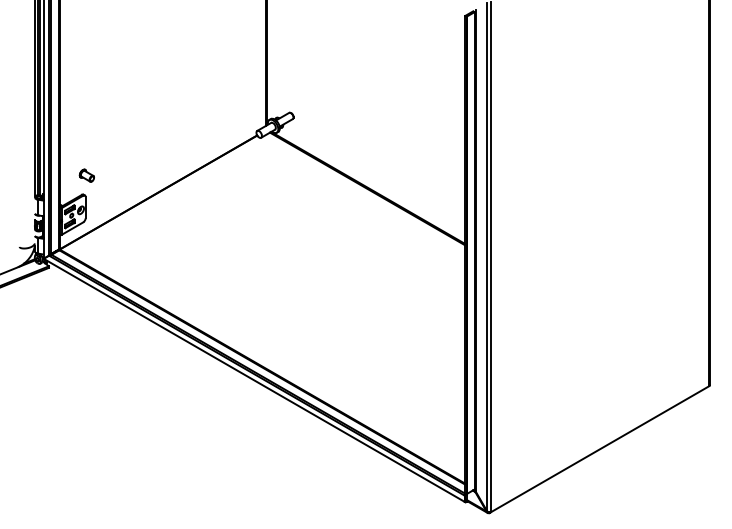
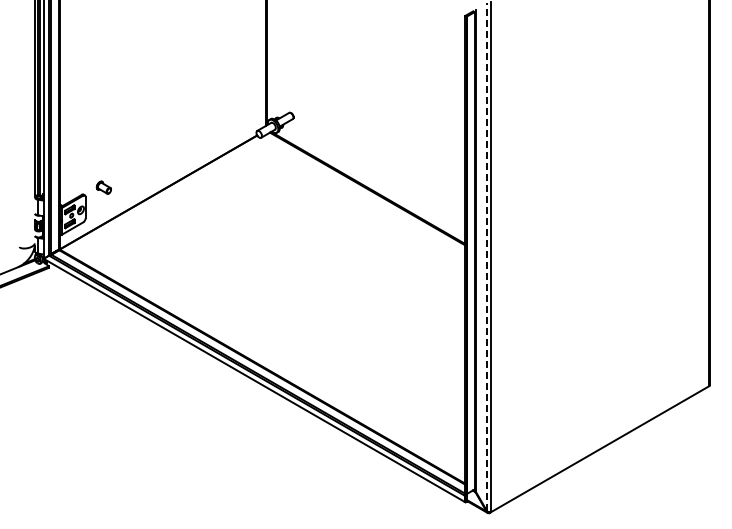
part at (86, 175) position: (86, 175) -> (103, 187)
line at (486, 257): solid -> dashed
